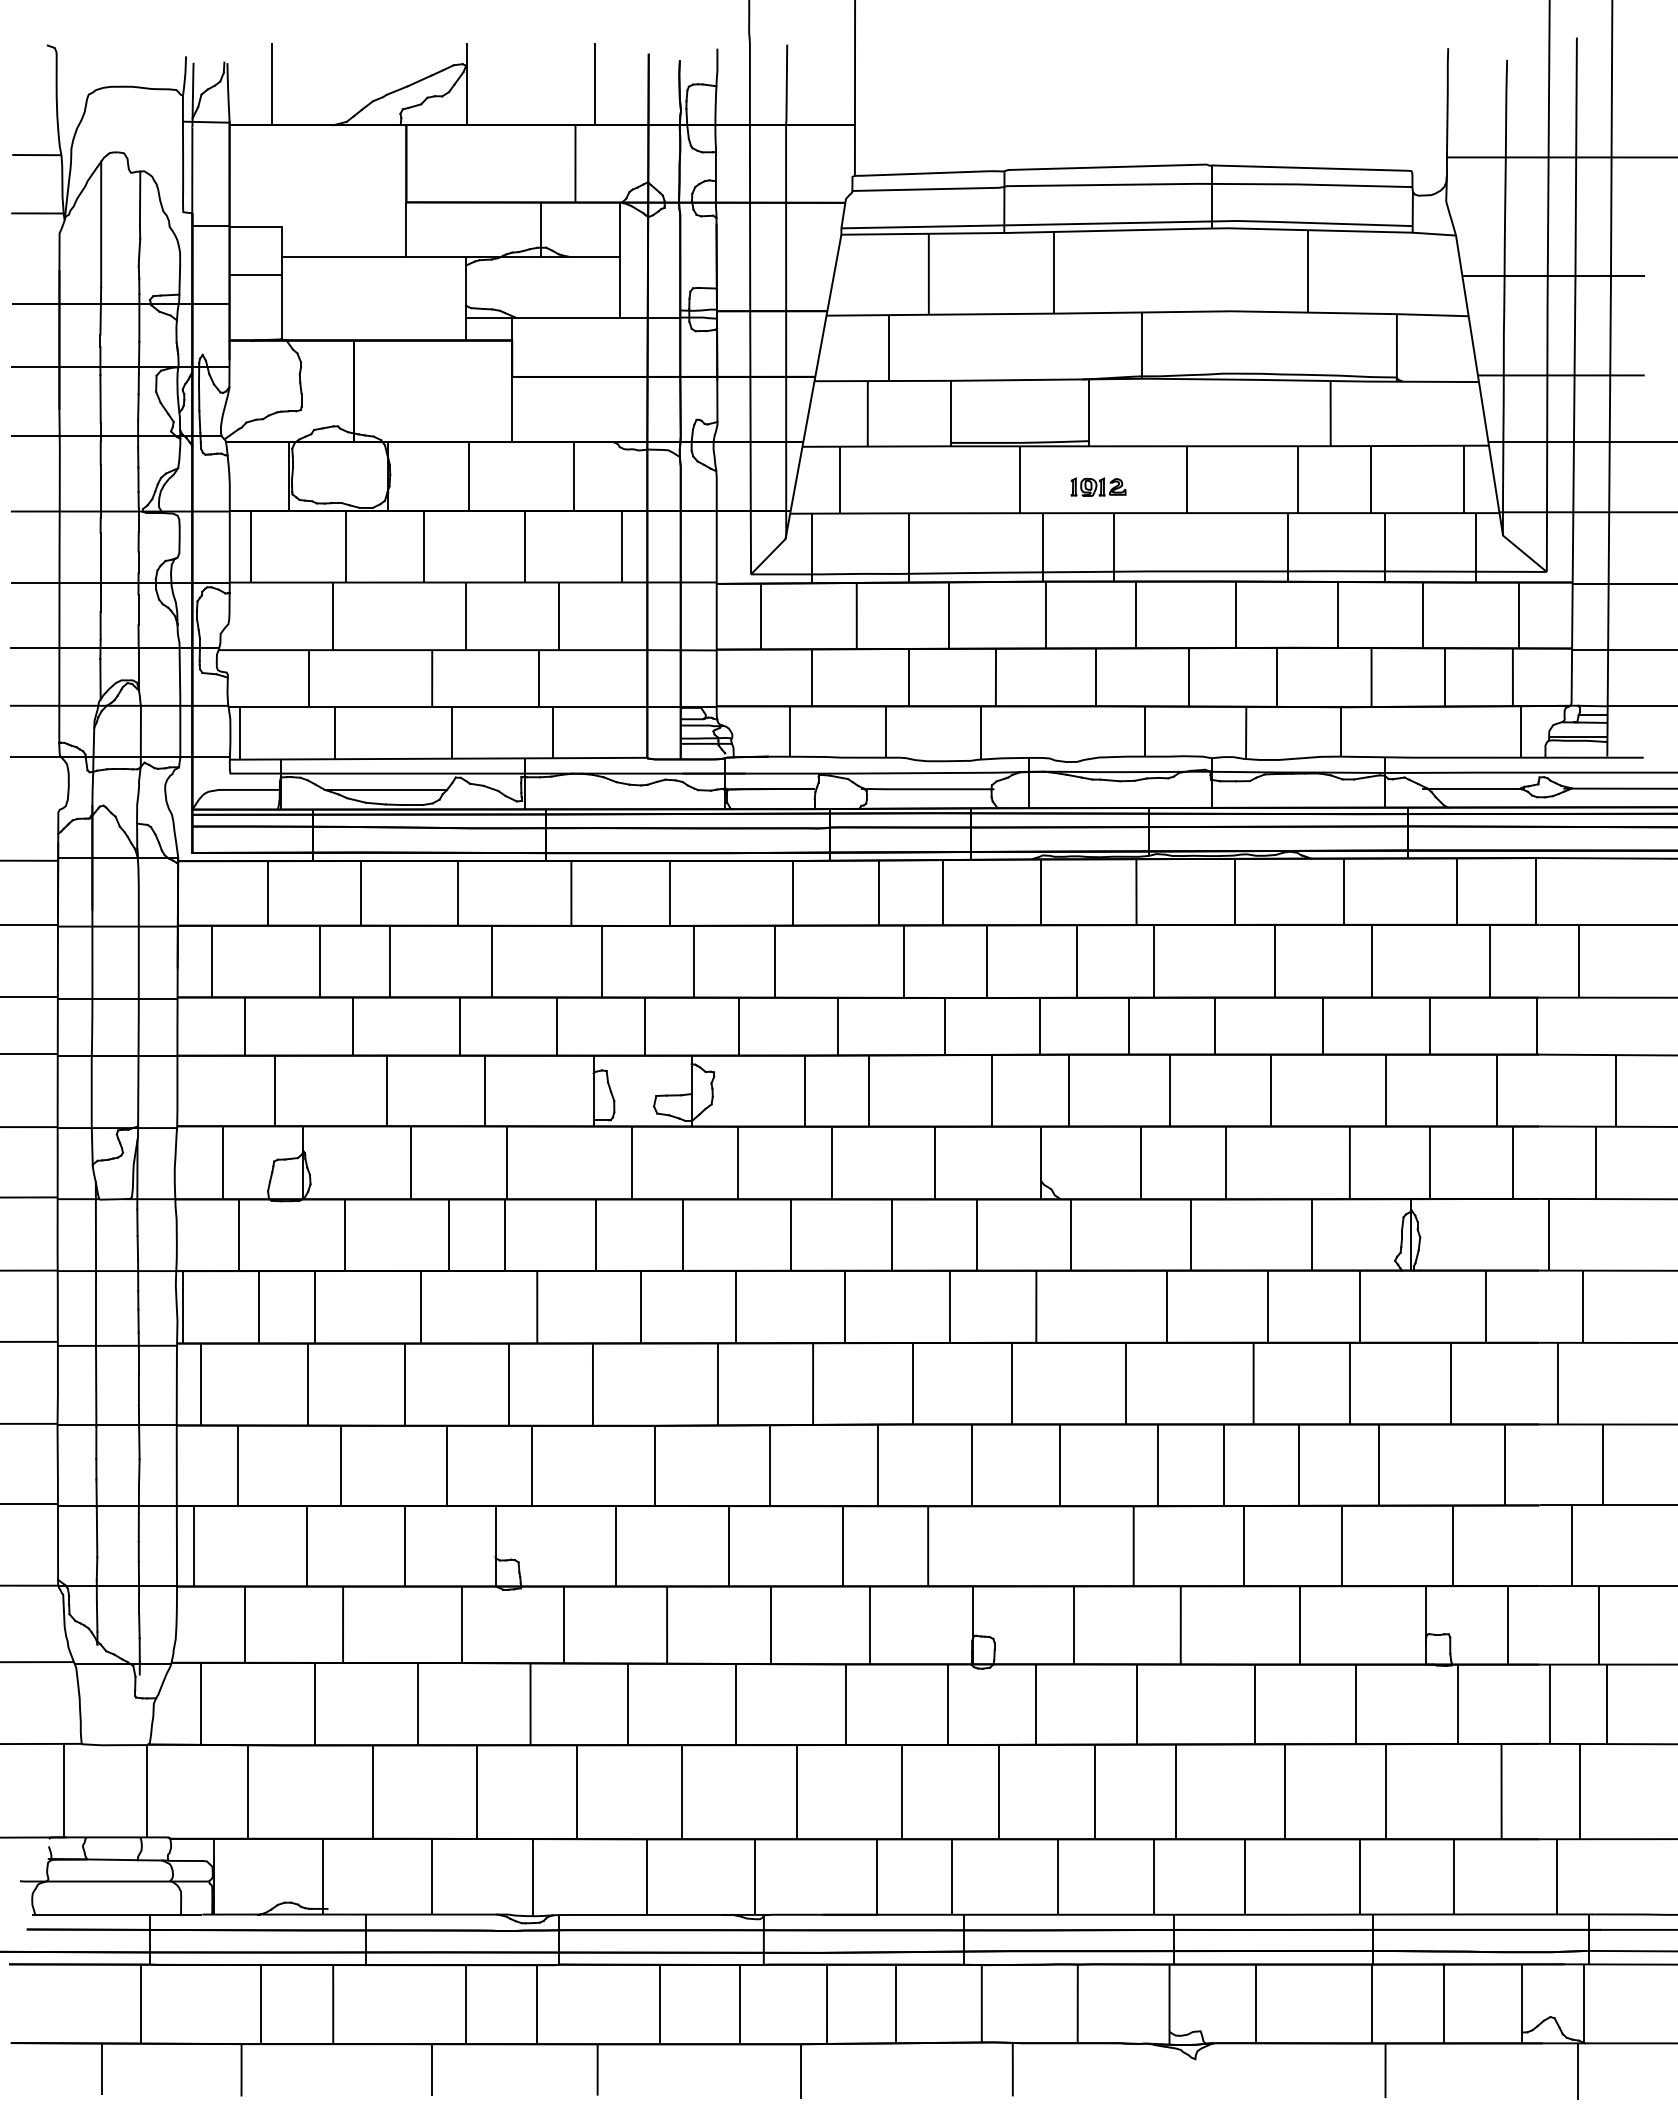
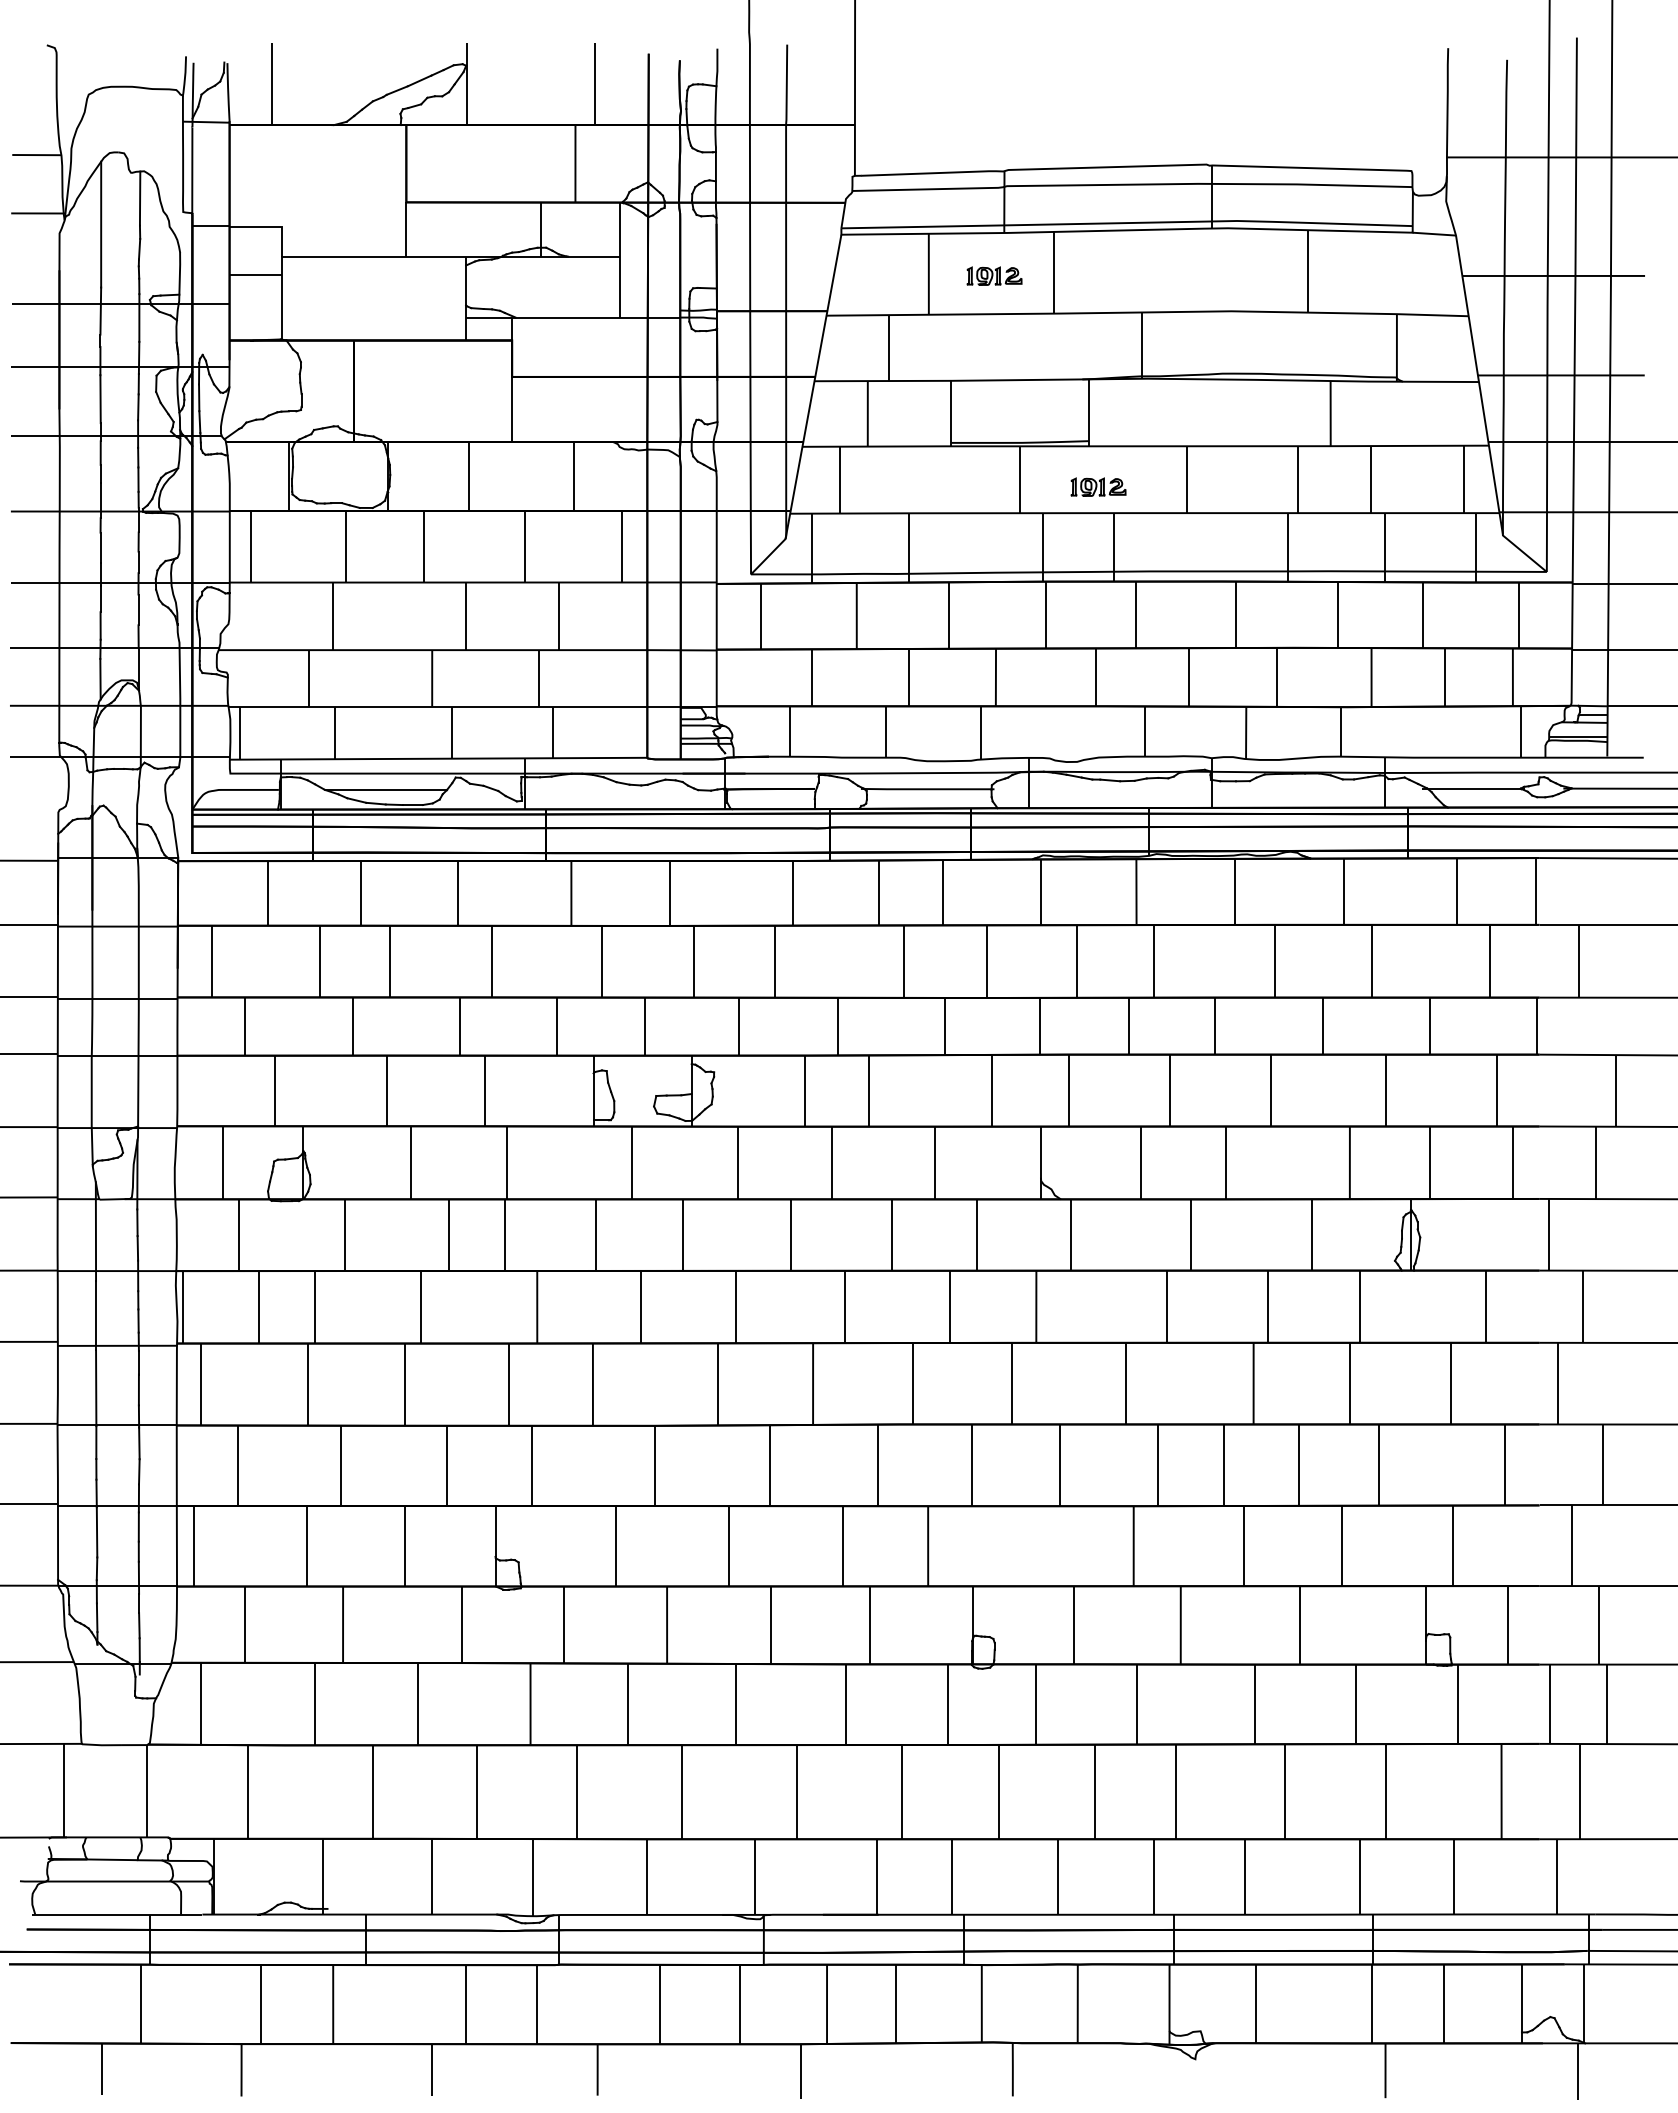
part at (994, 275): none -> present
